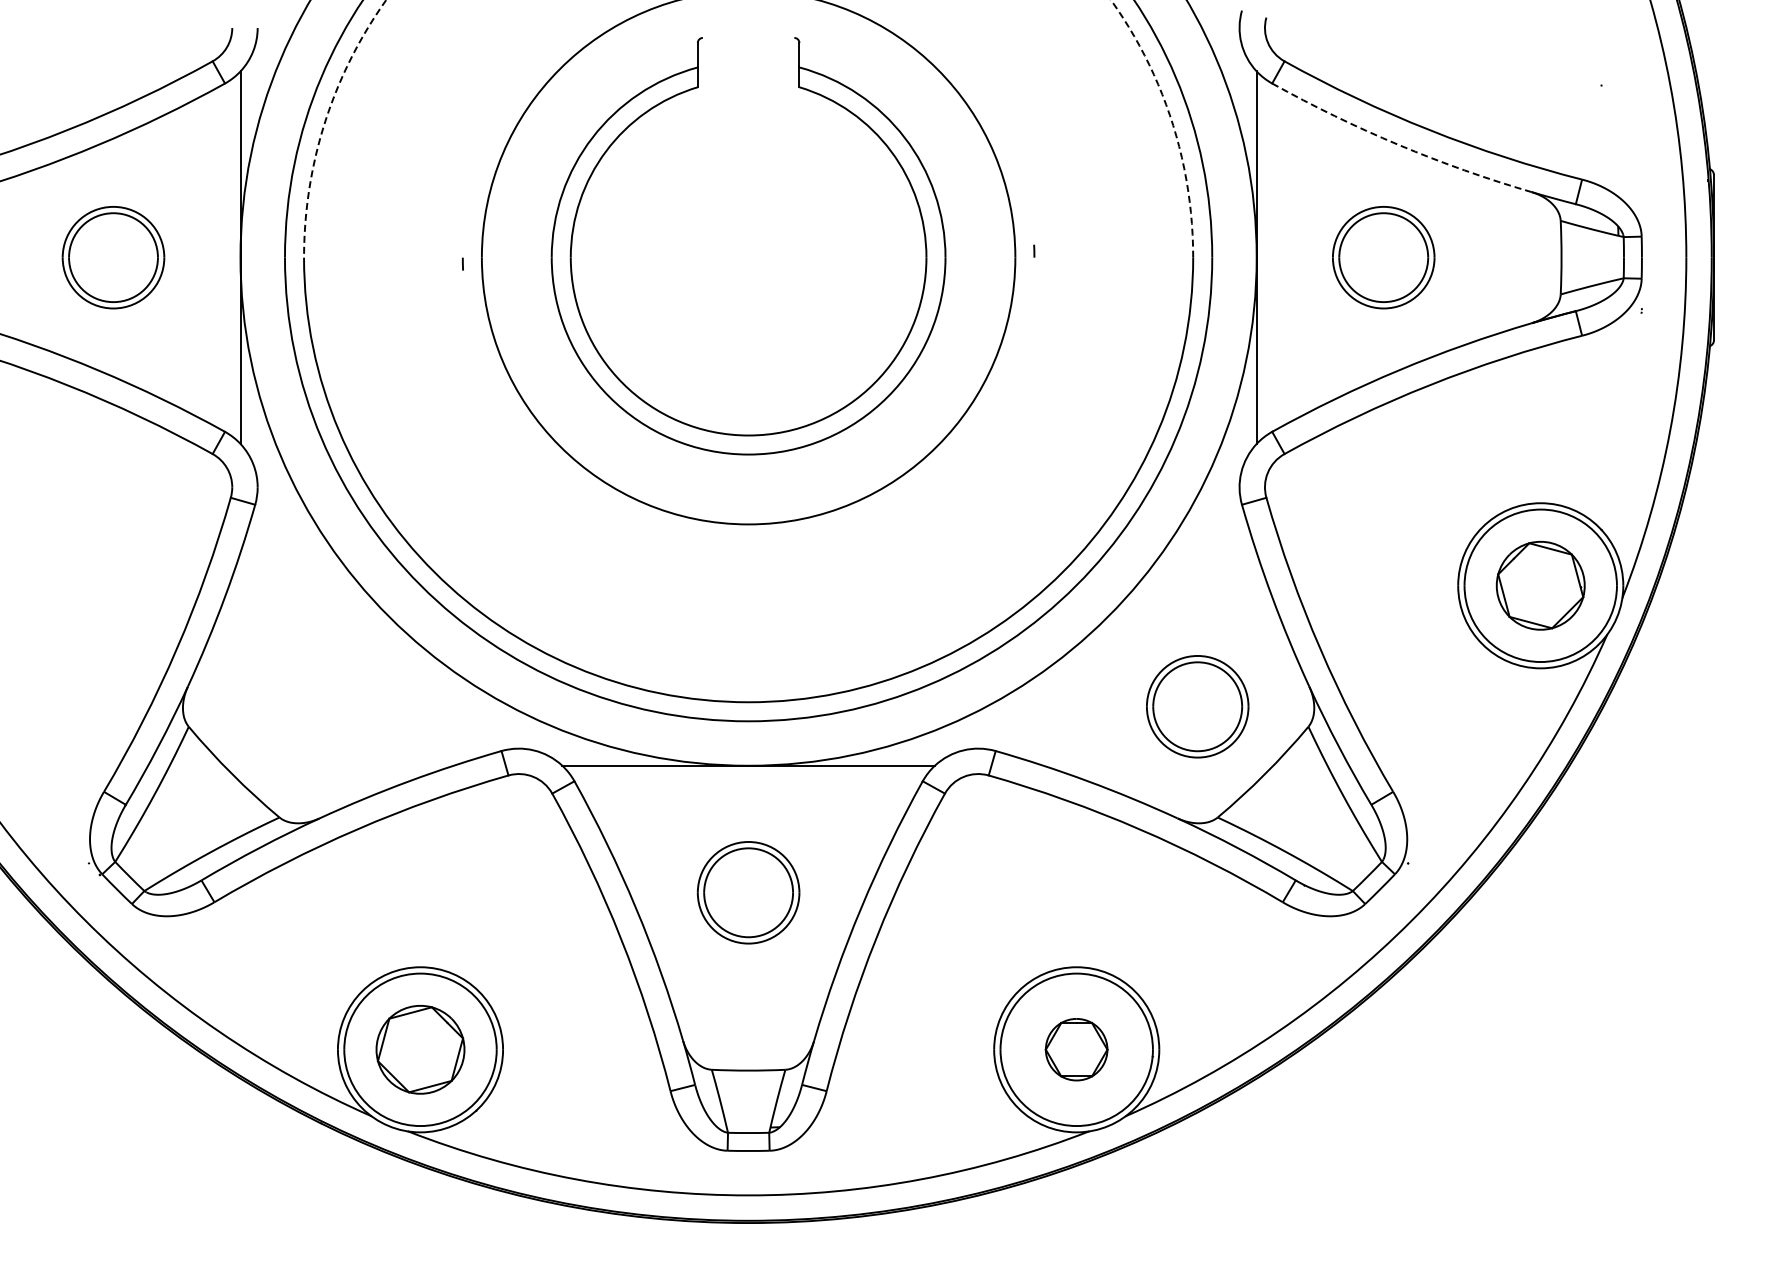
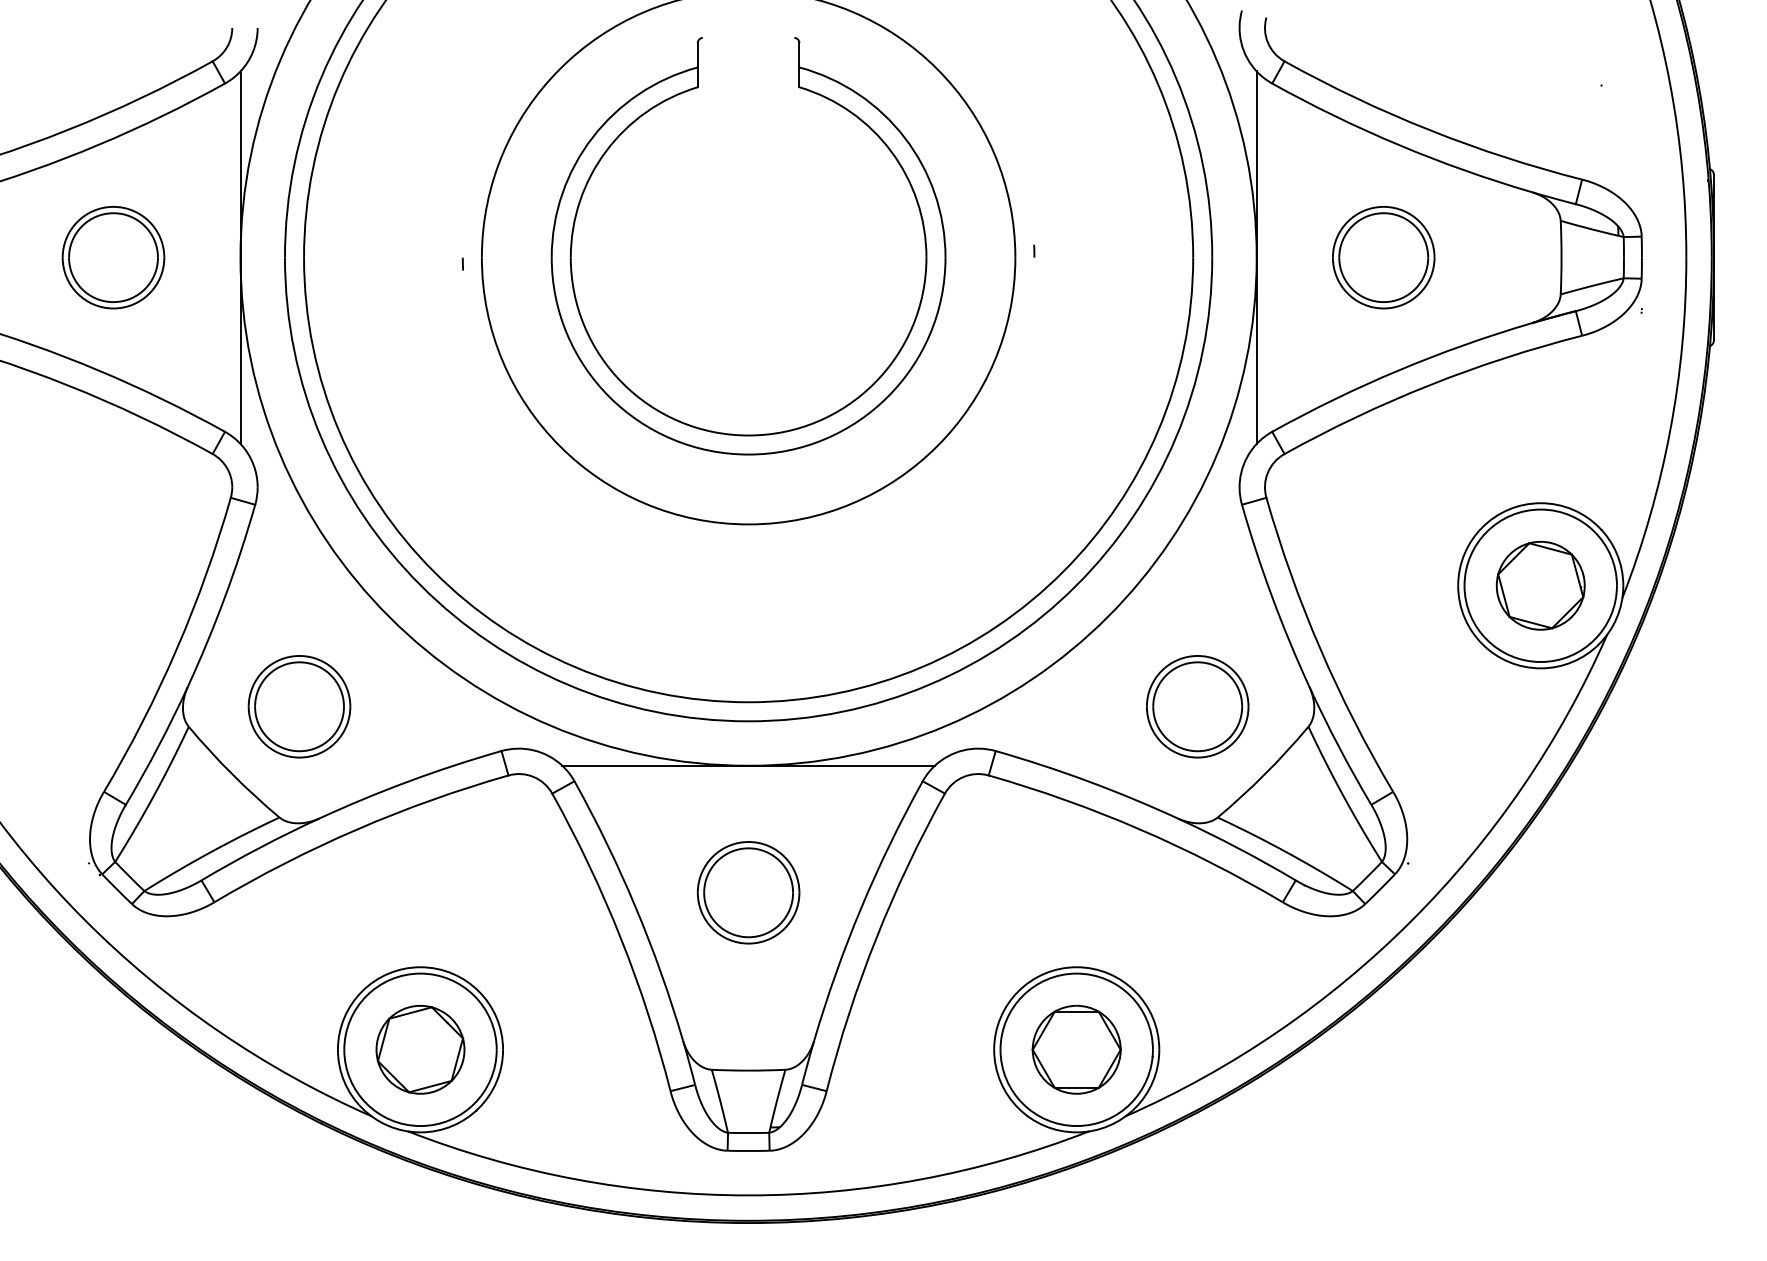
arc at (386, 0): dashed -> solid
arc at (1398, 145): dashed -> solid
part at (299, 706): none -> present
part at (1076, 1049) size: 65x64 px -> 91x91 px
